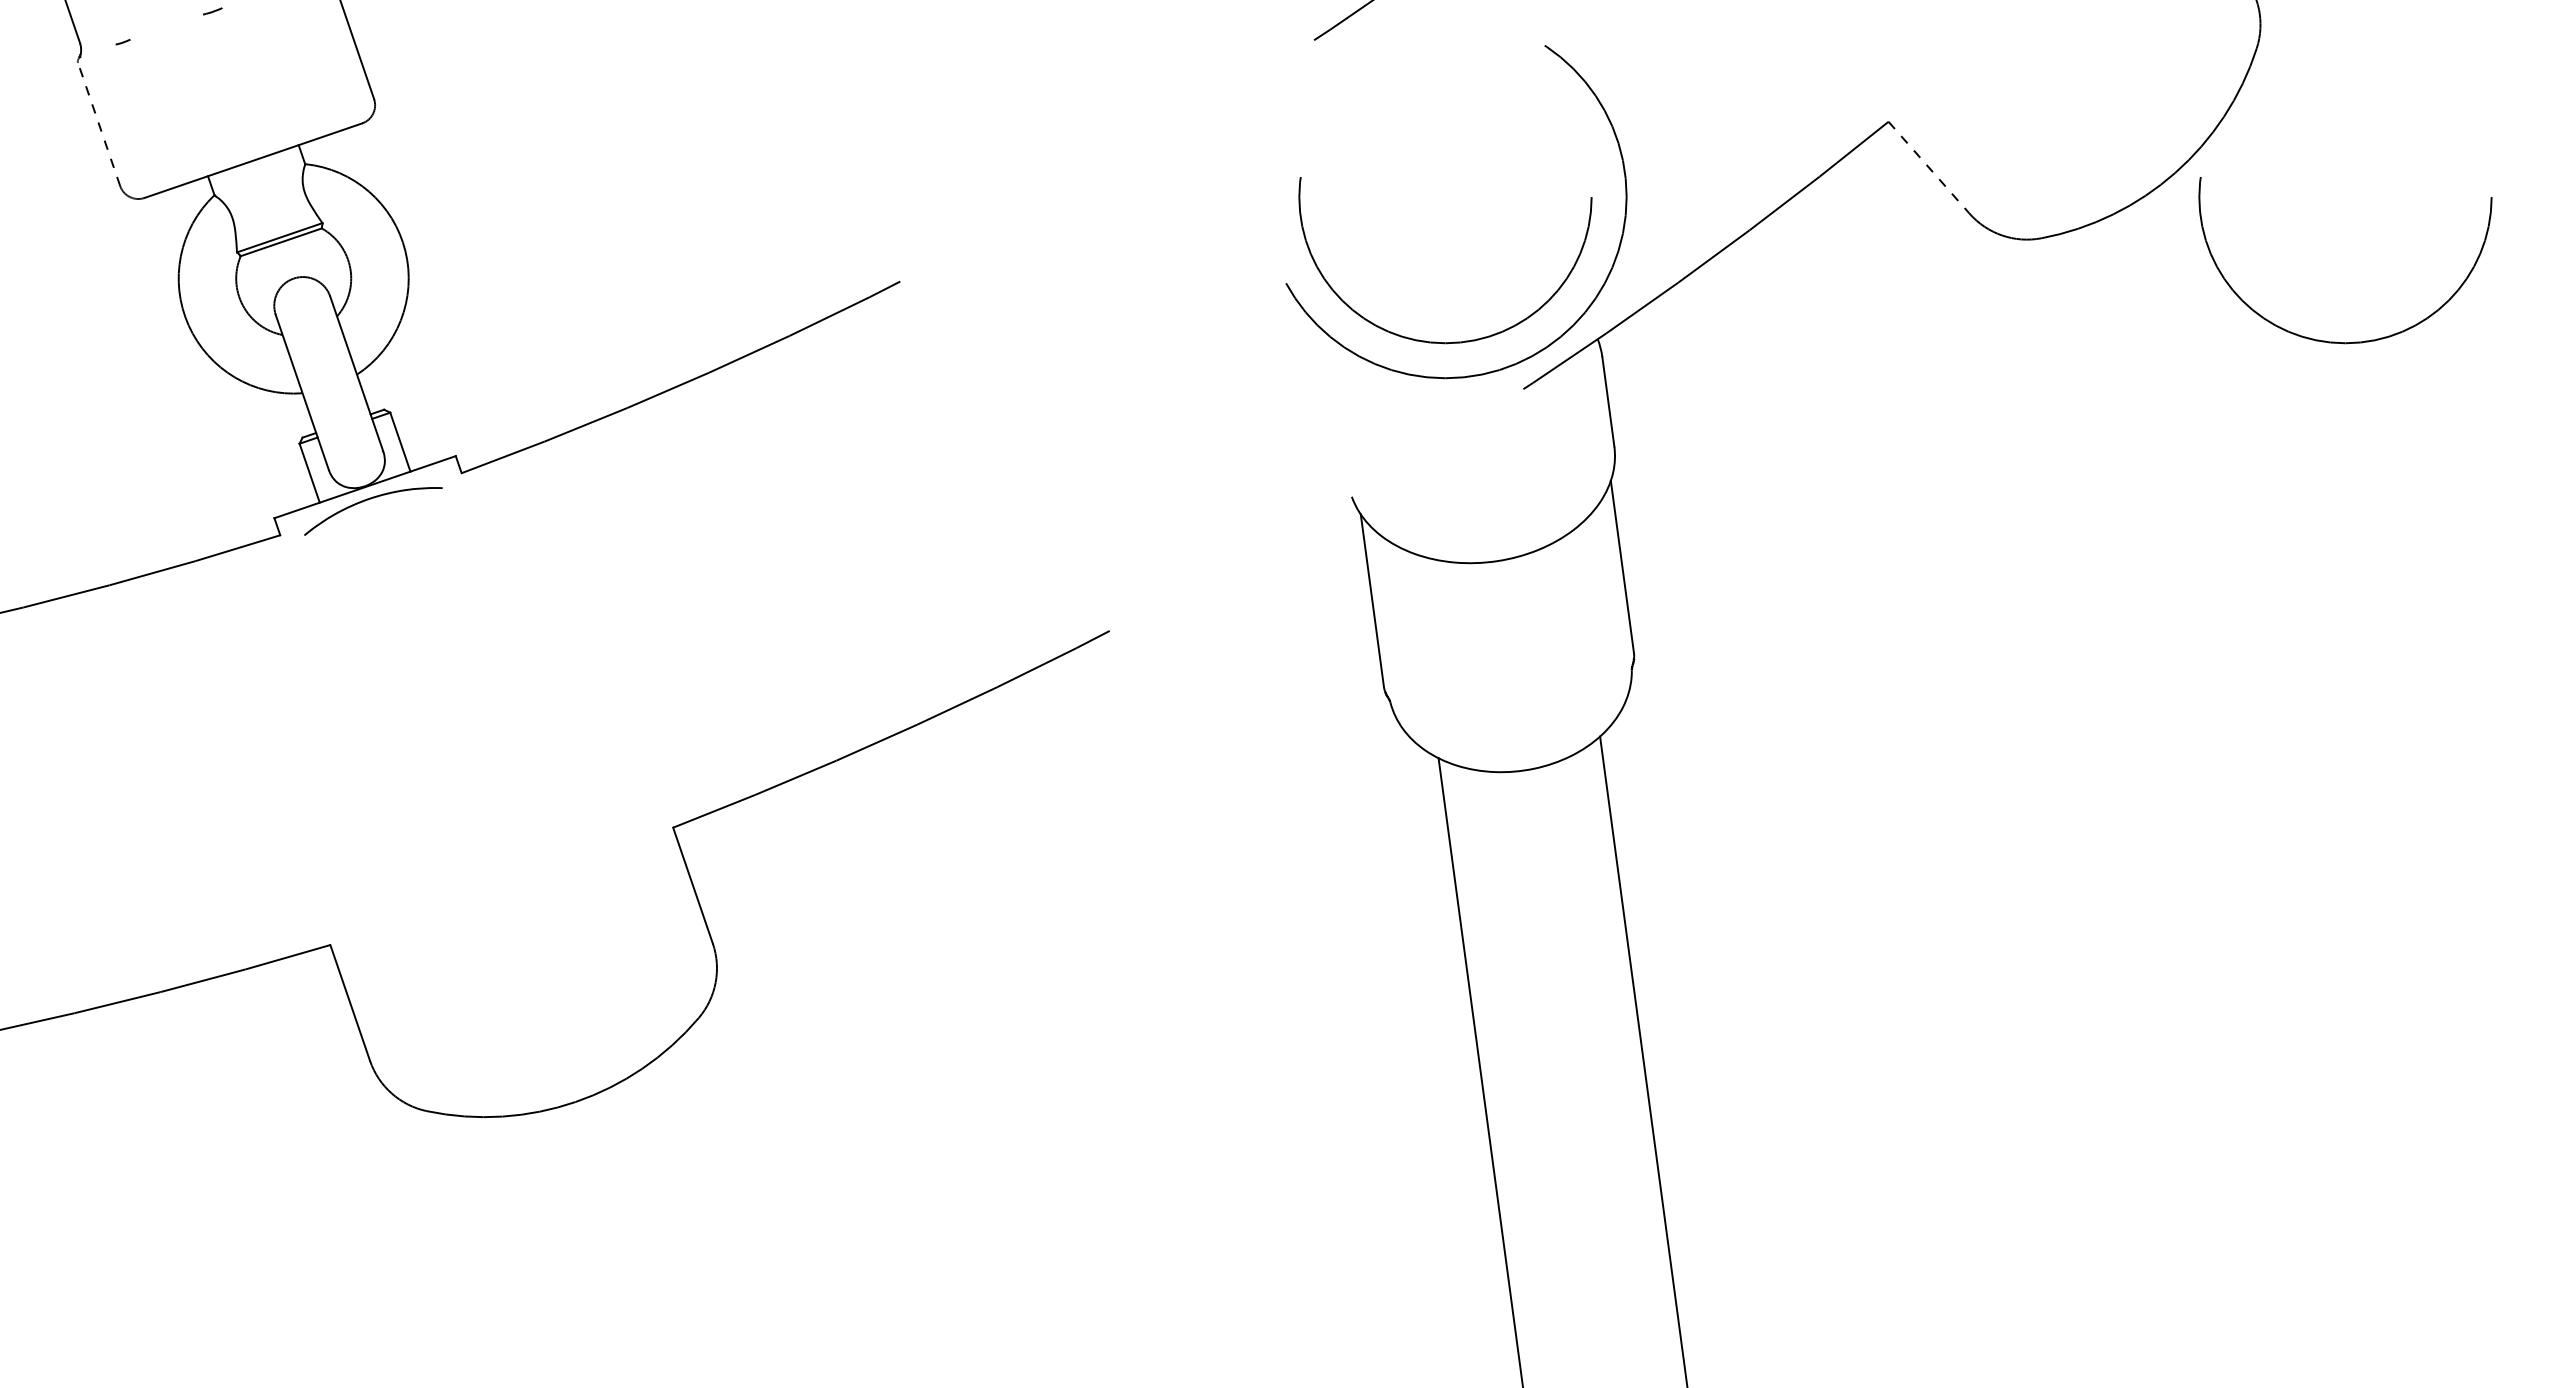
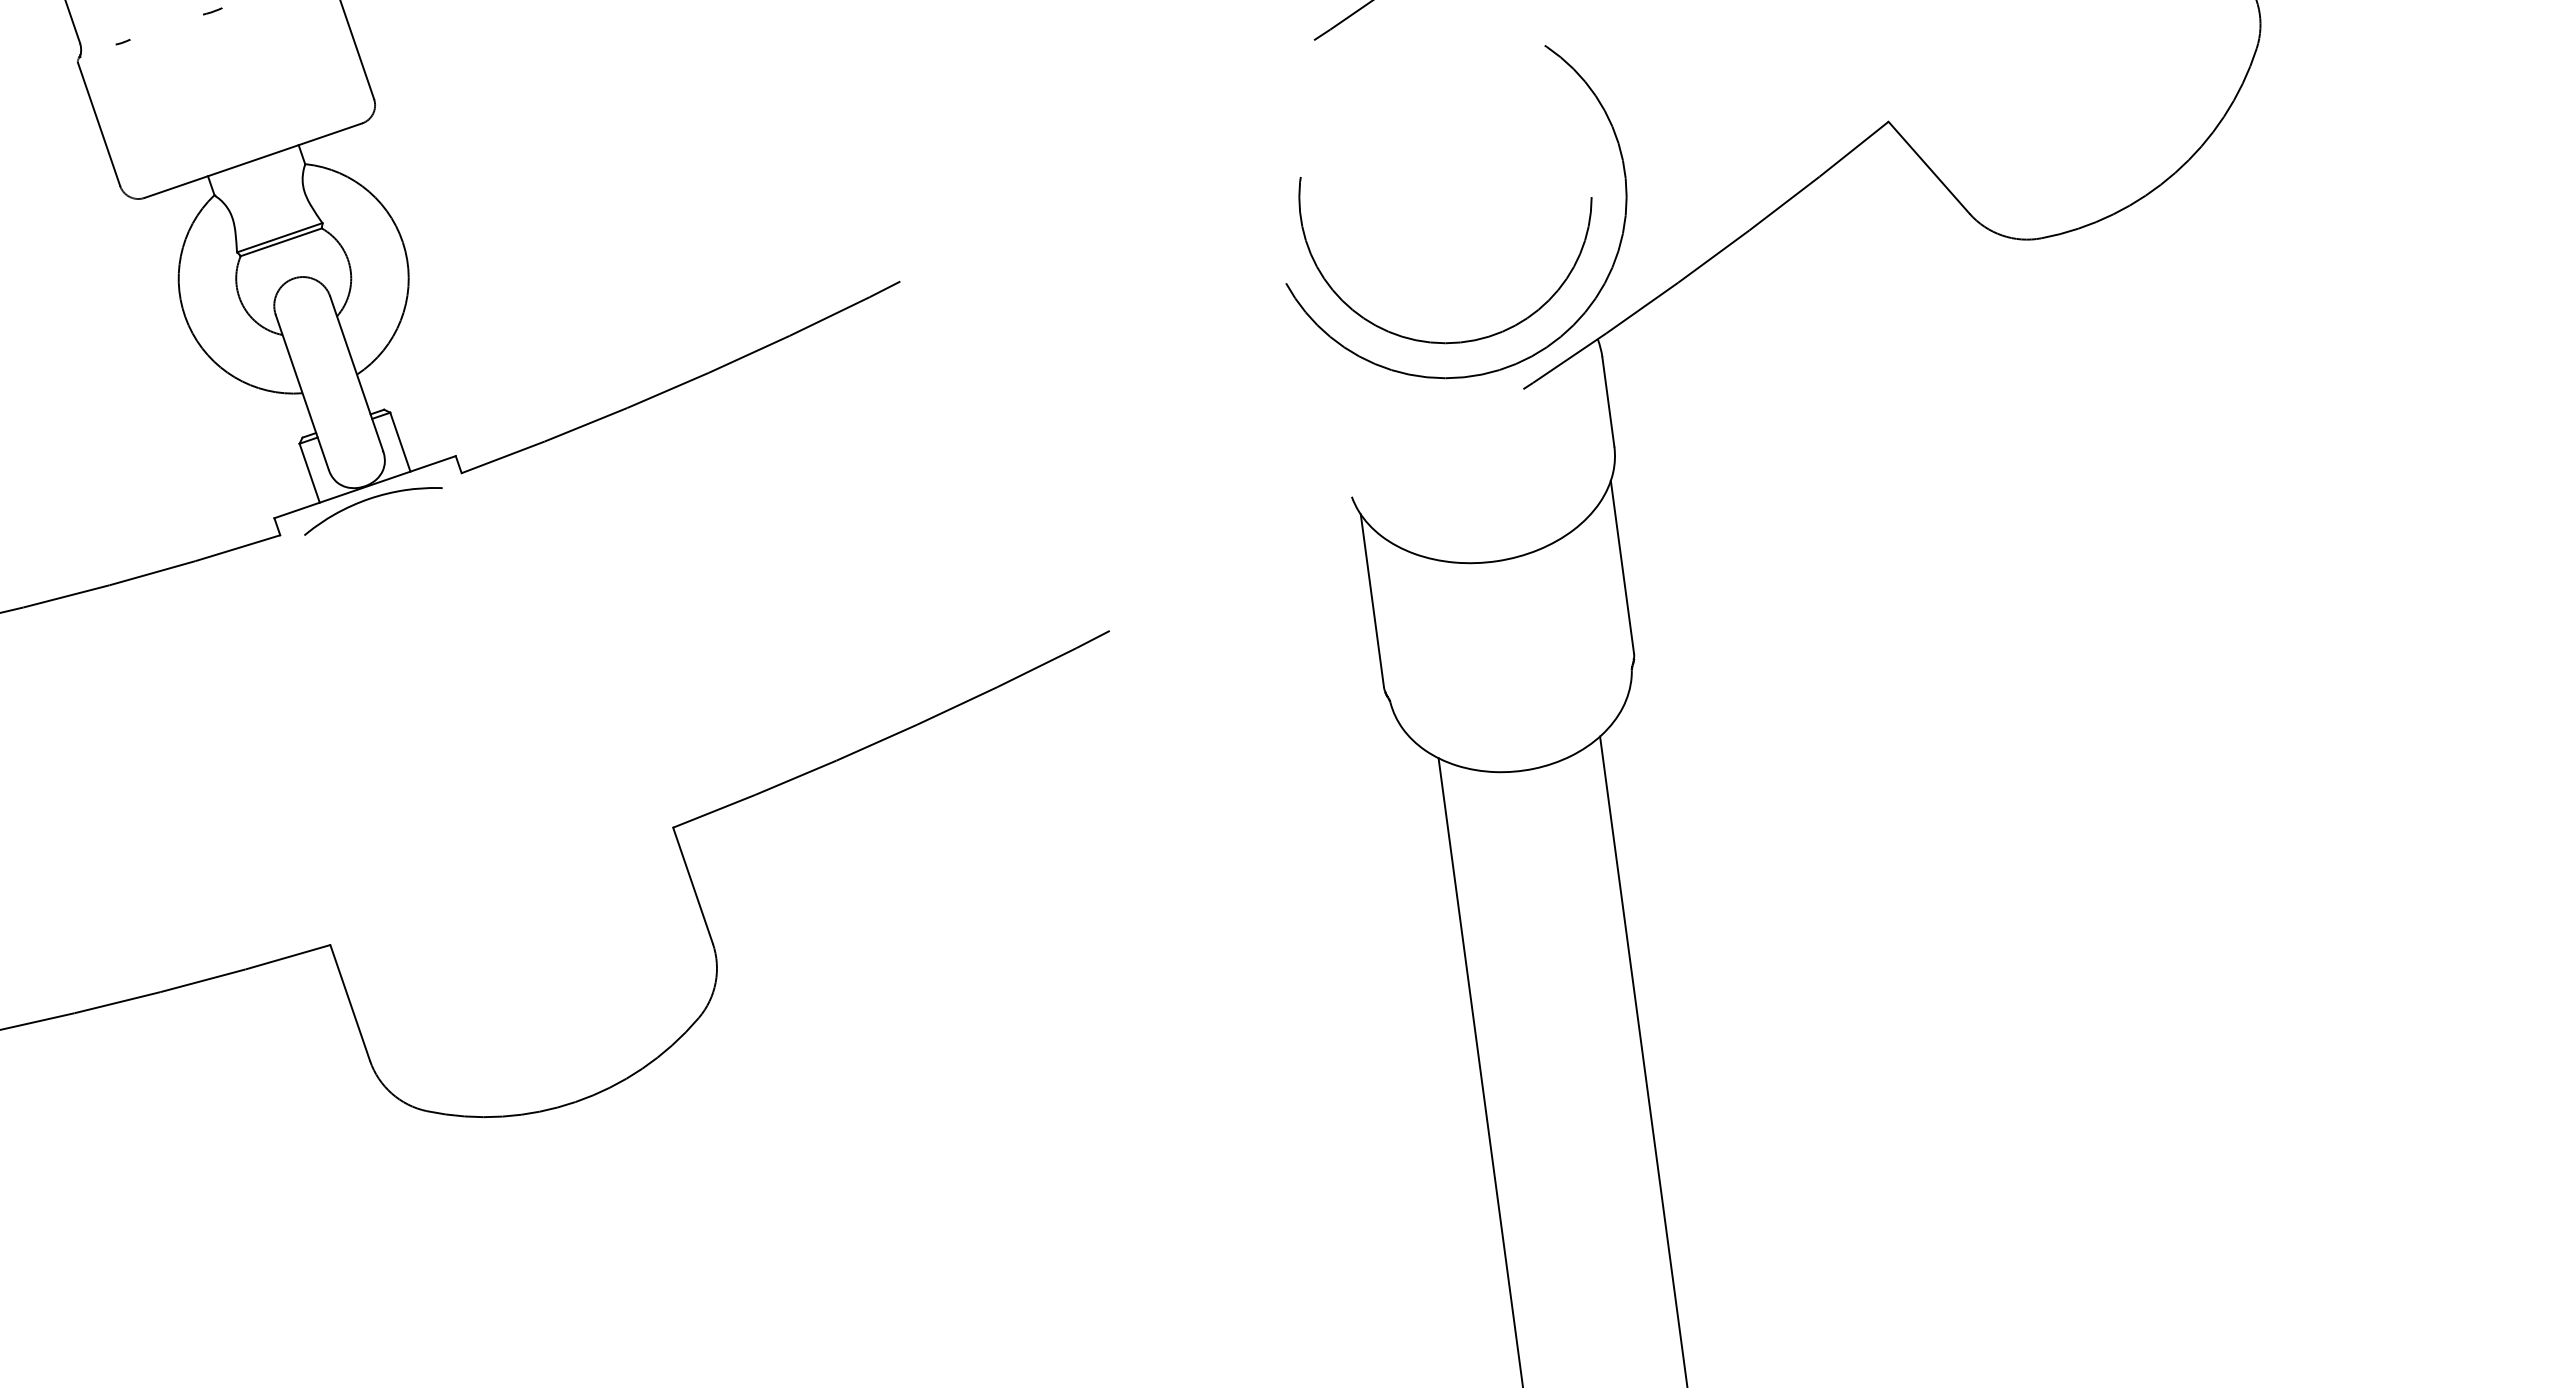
line at (98, 124): dashed -> solid
line at (1929, 168): dashed -> solid
circle at (2345, 260): present -> none
